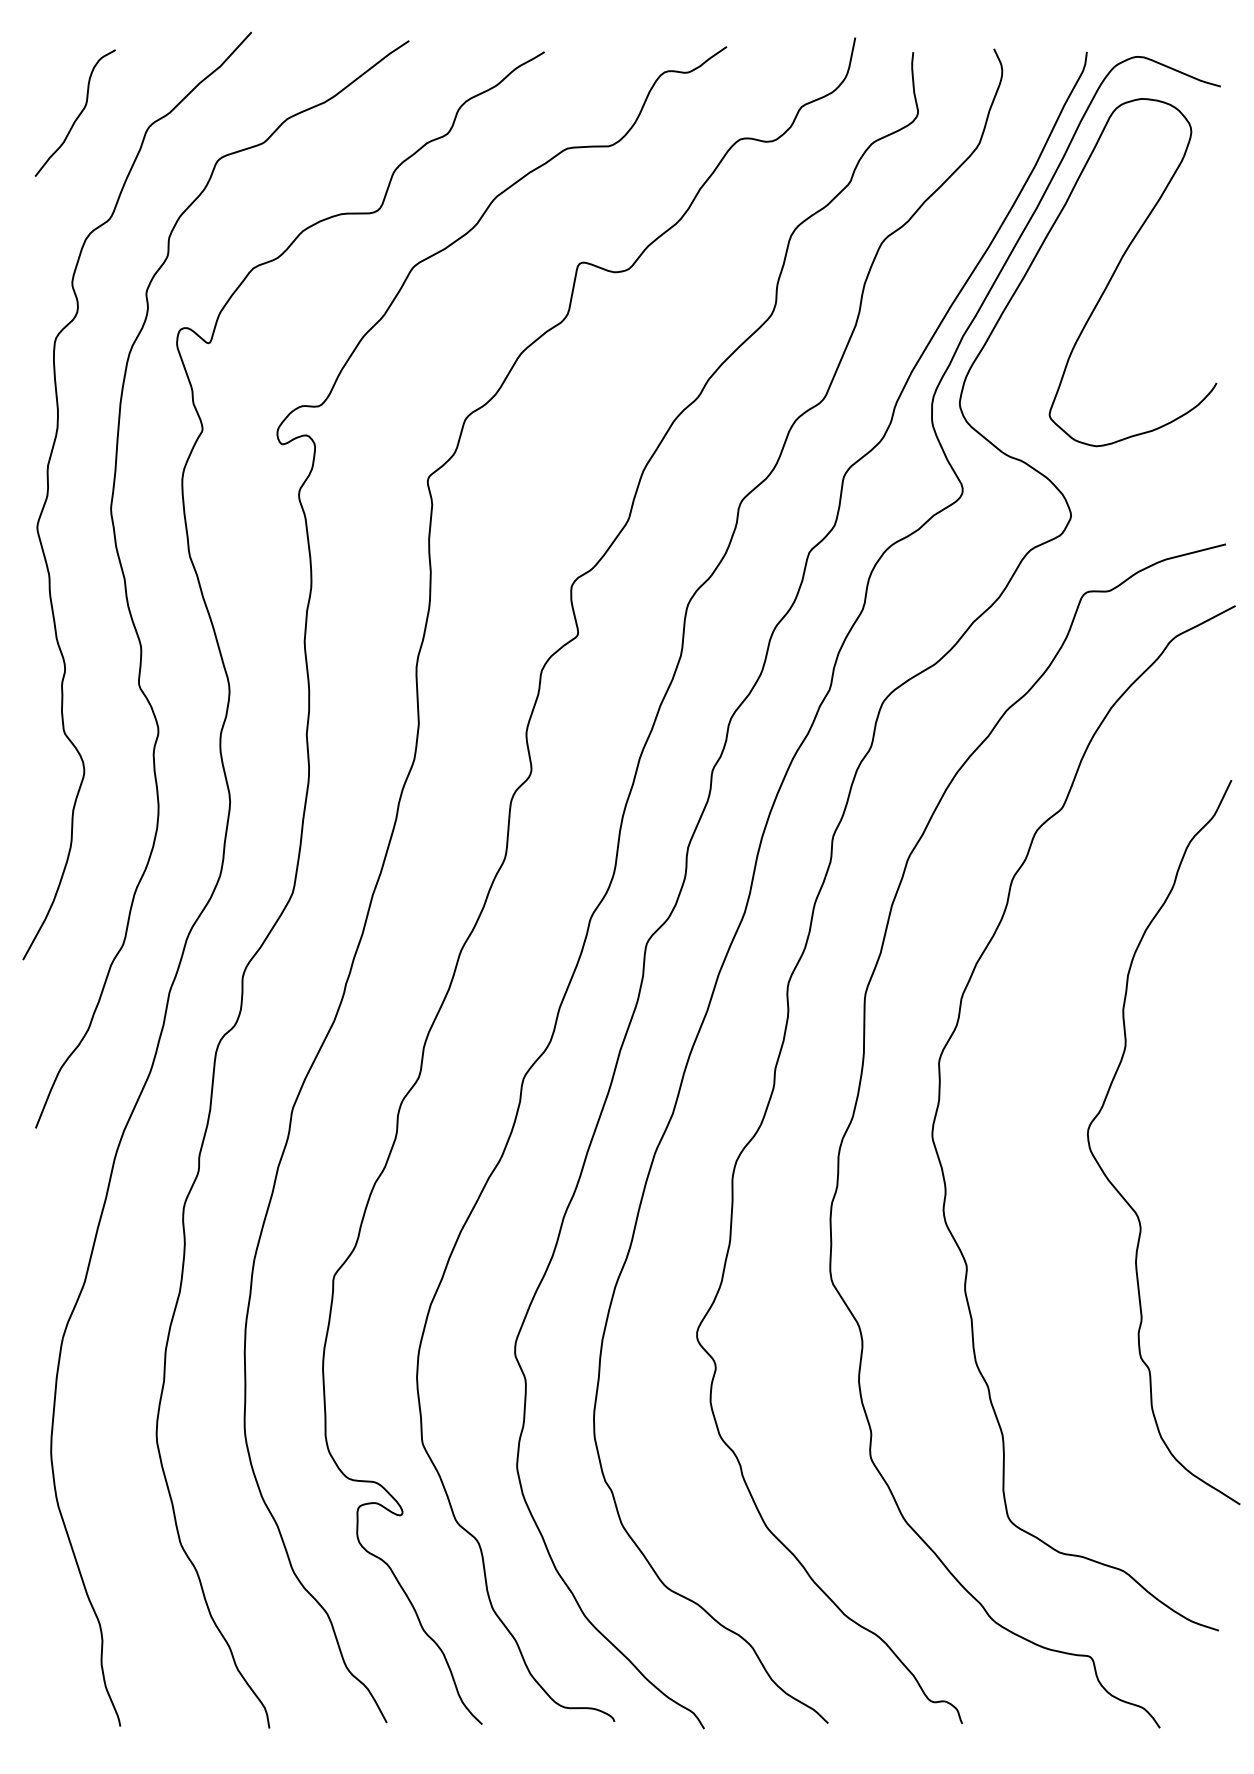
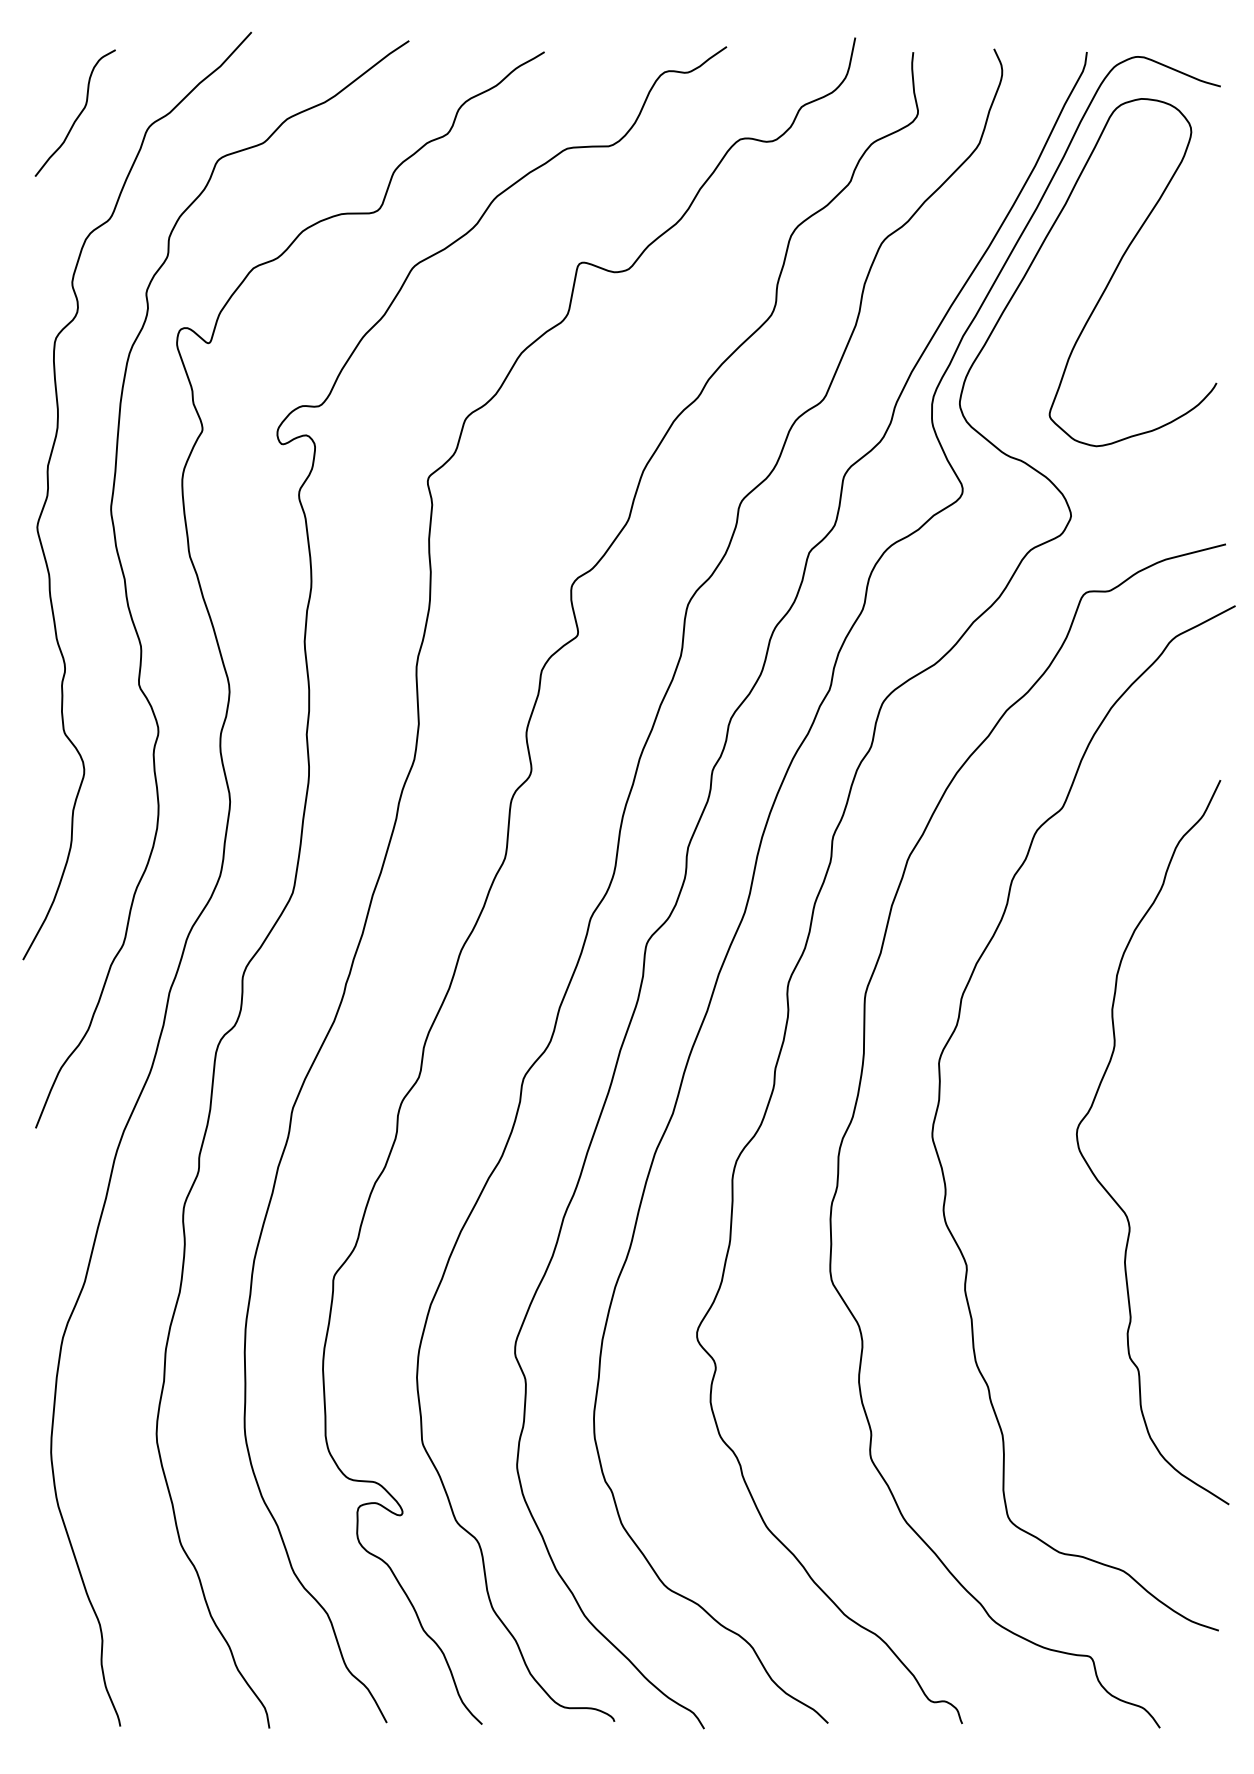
curve at (1115, 1186) position: (1115, 1186) -> (1104, 1186)
